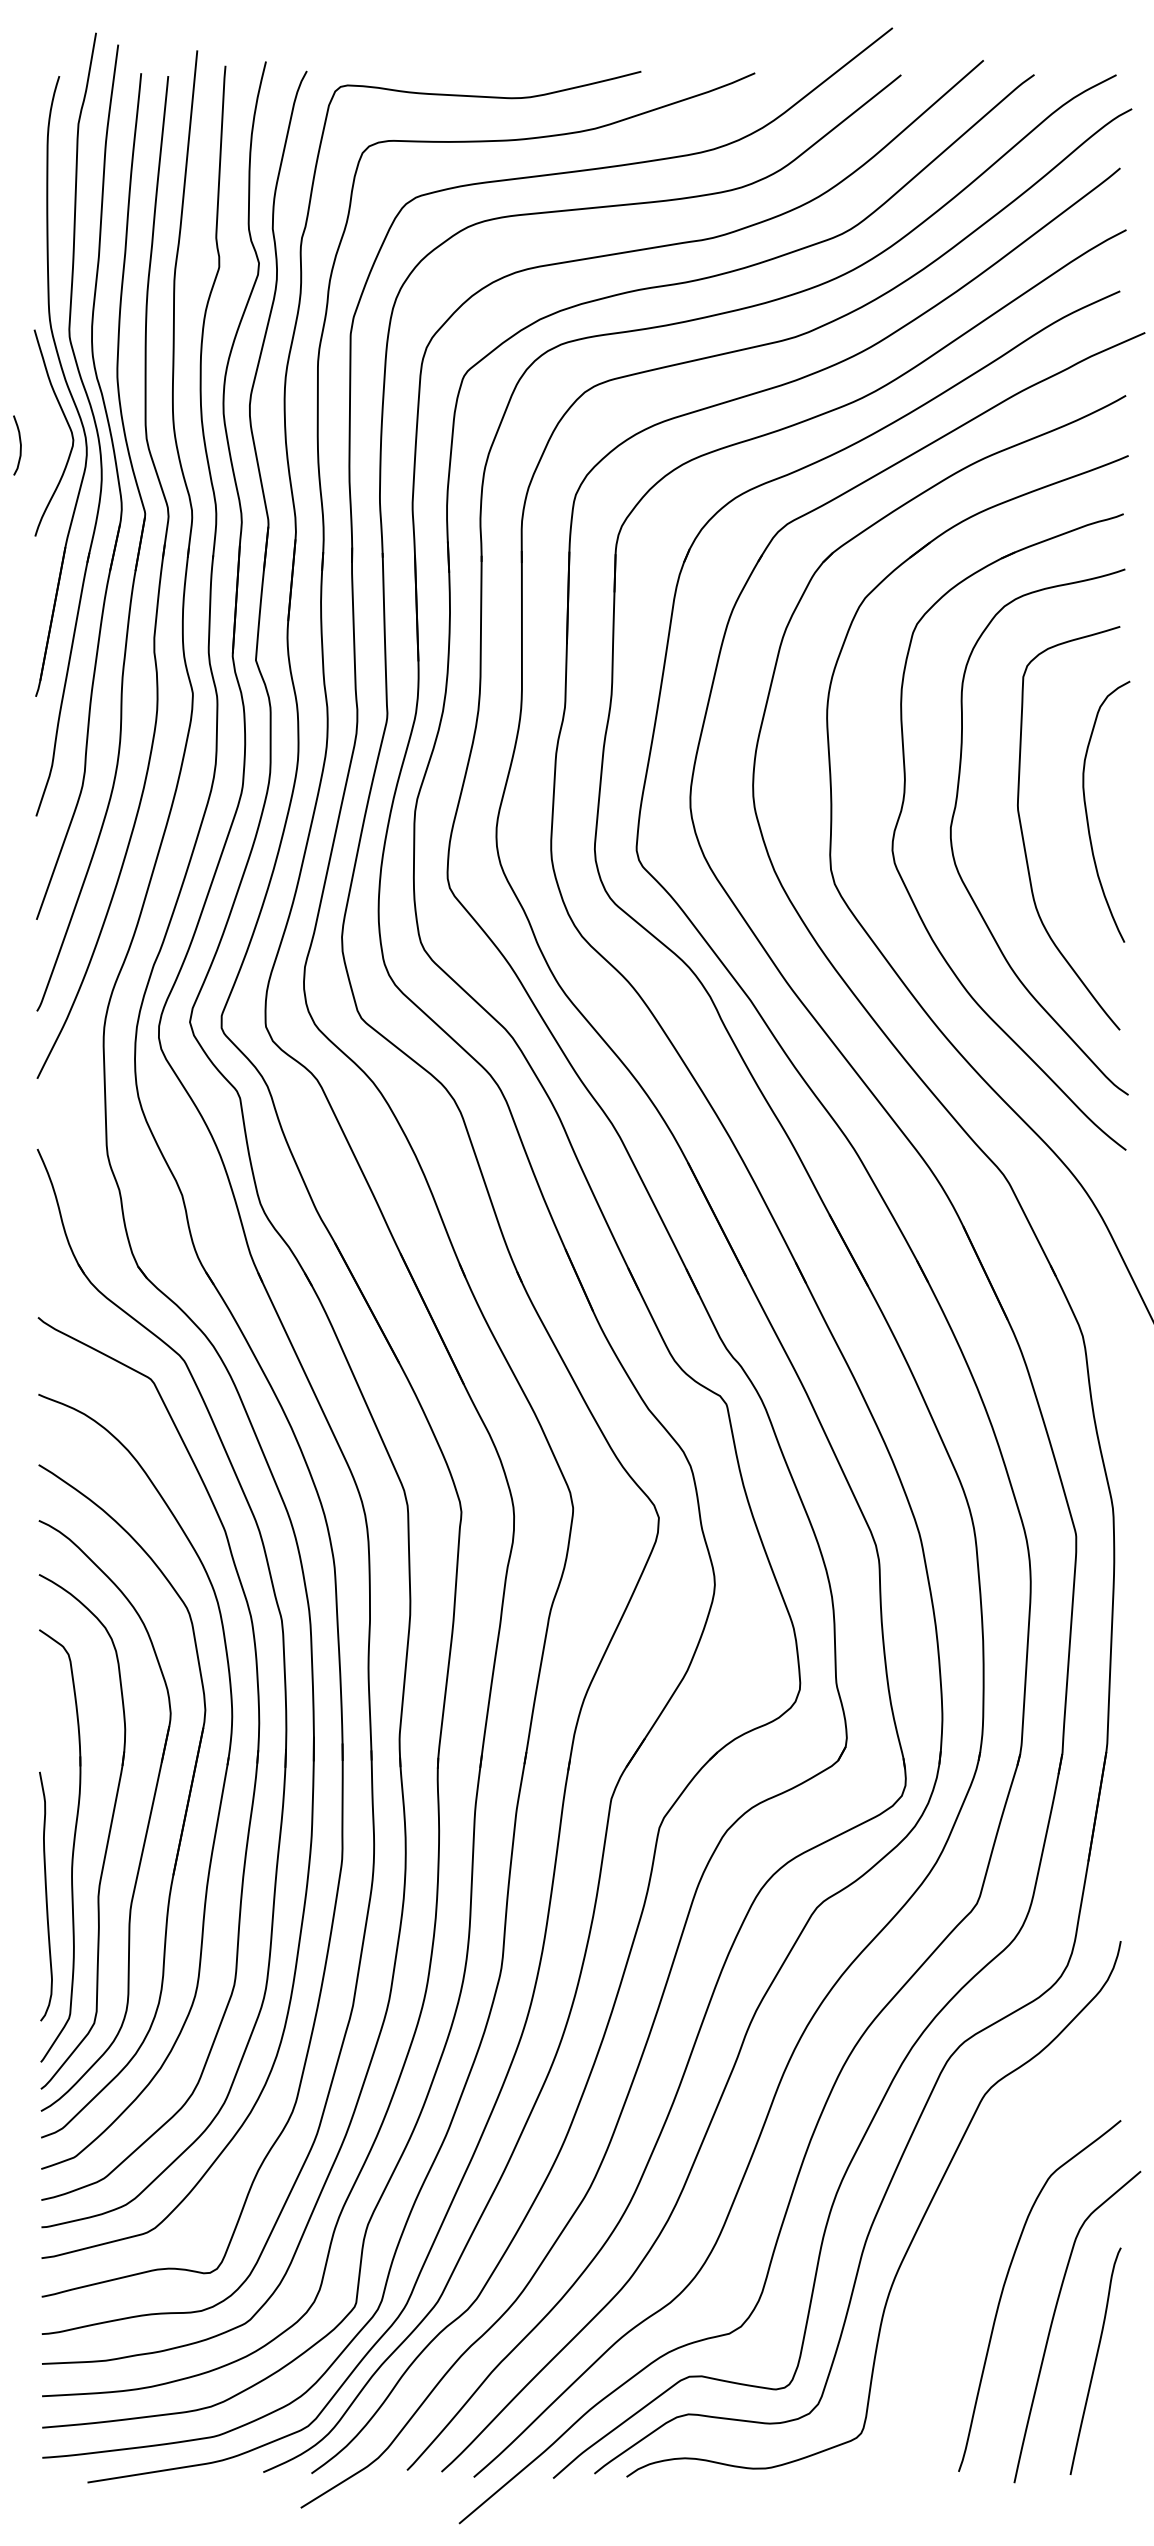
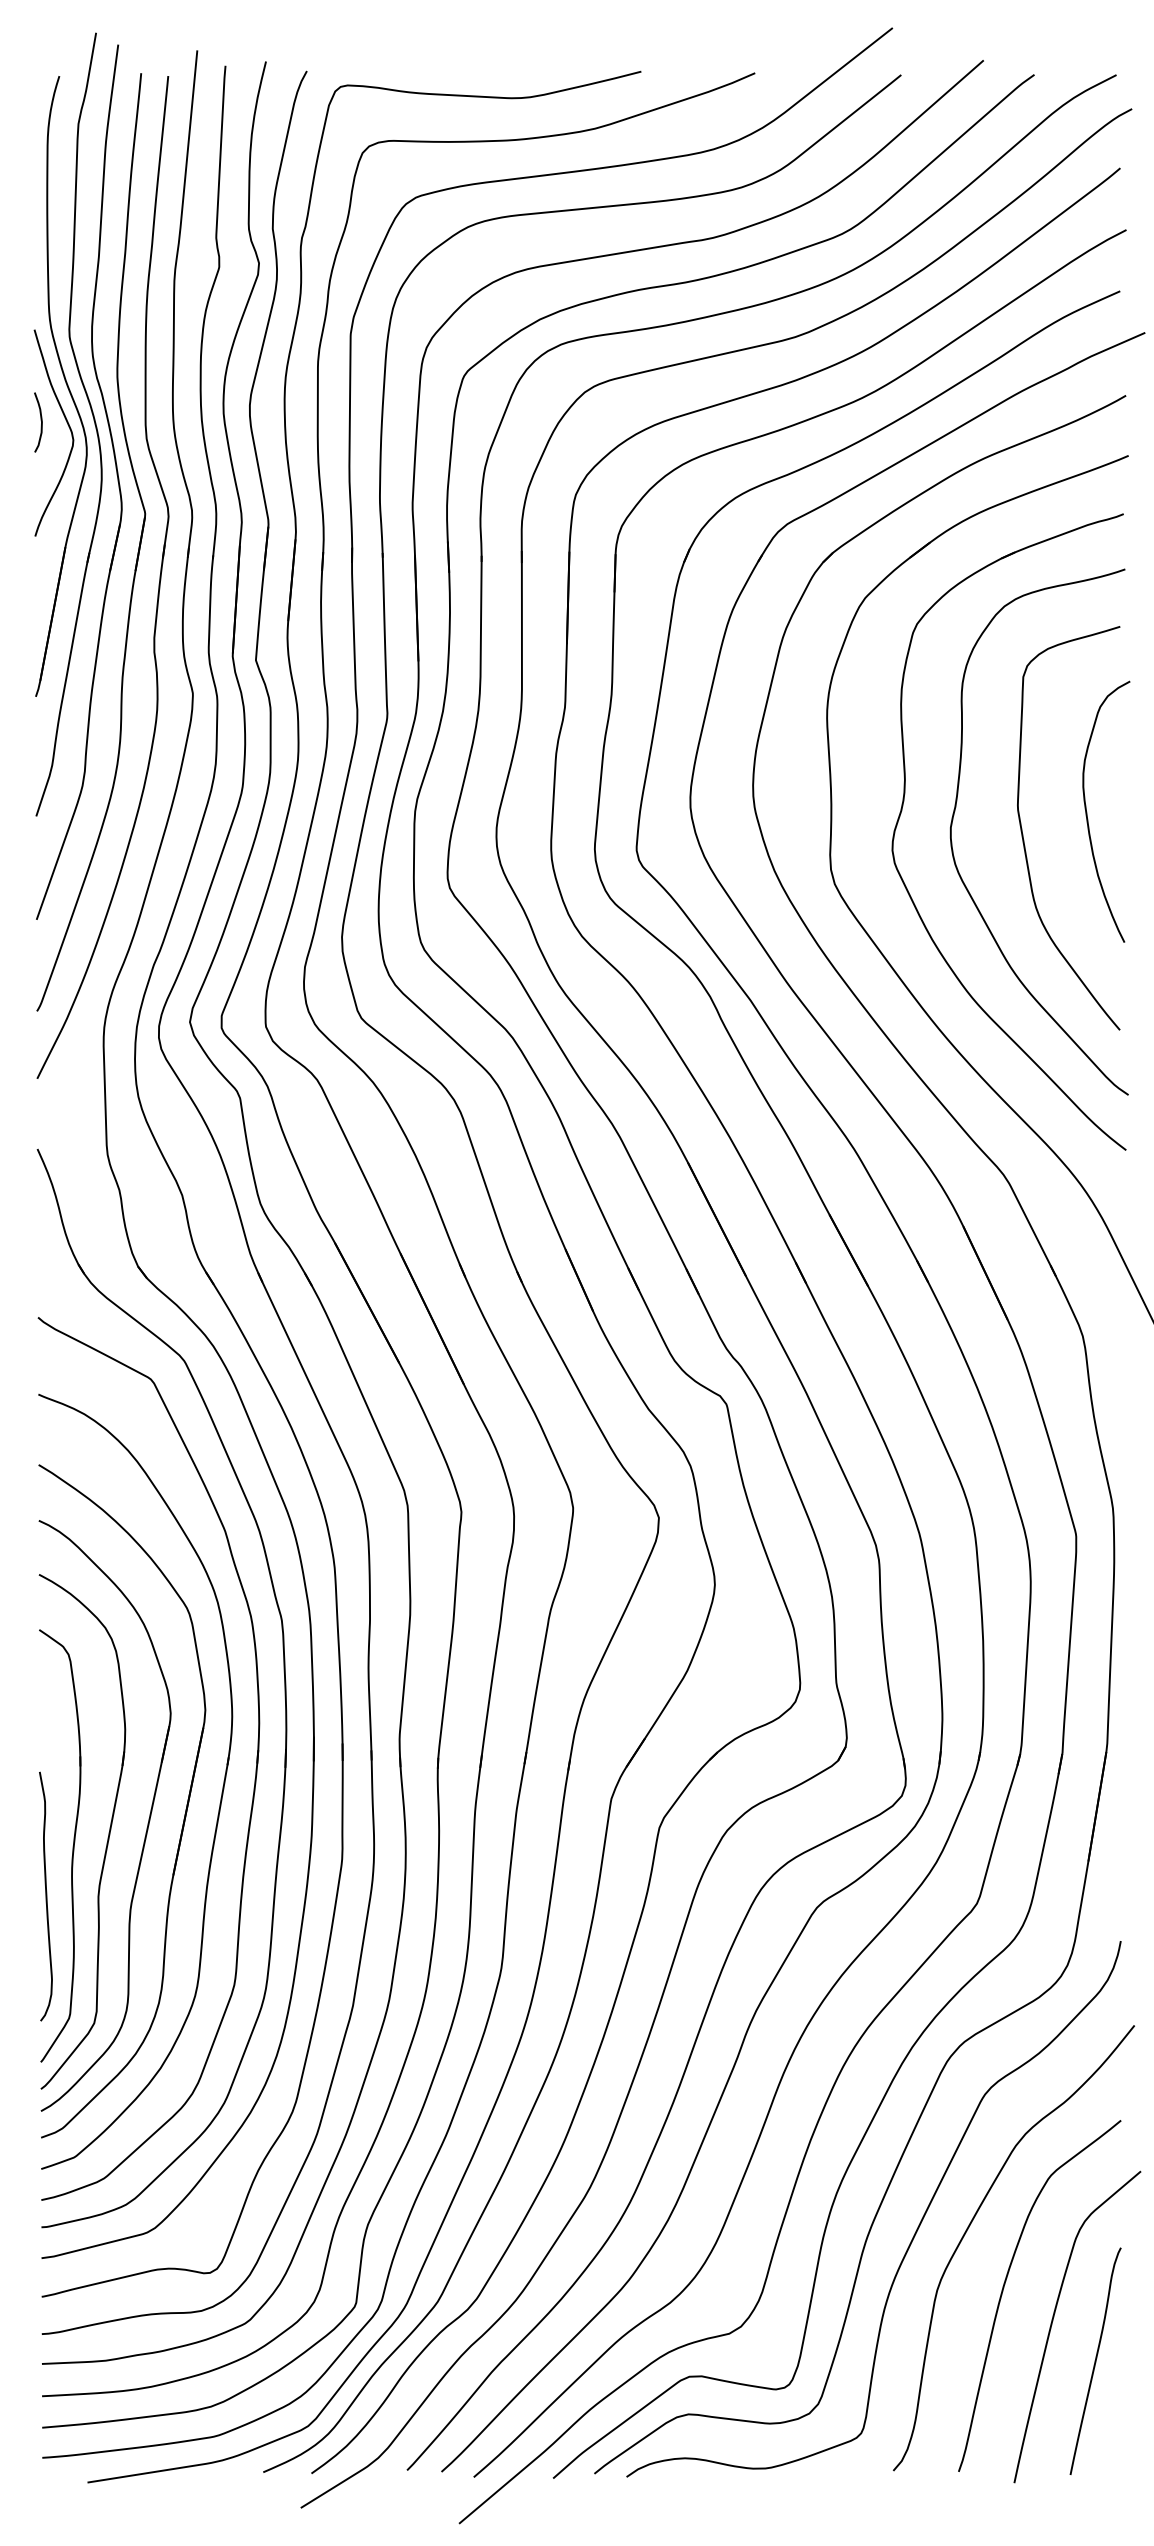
curve at (19, 443) position: (19, 443) -> (40, 420)
curve at (972, 2222): none -> present
